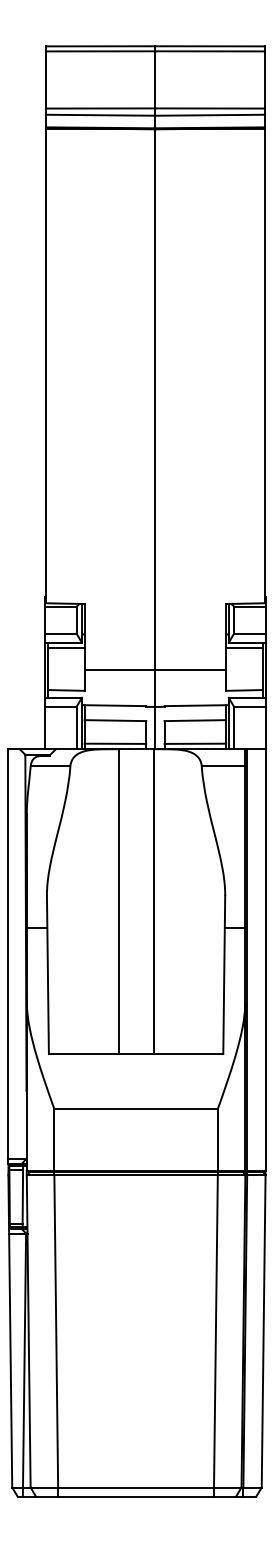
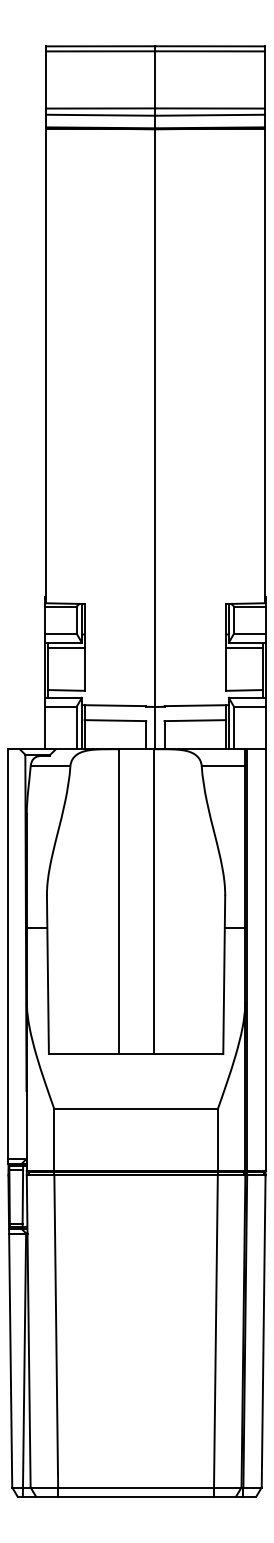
line at (155, 670): present -> none
line at (115, 743): present -> none
line at (195, 743): present -> none
